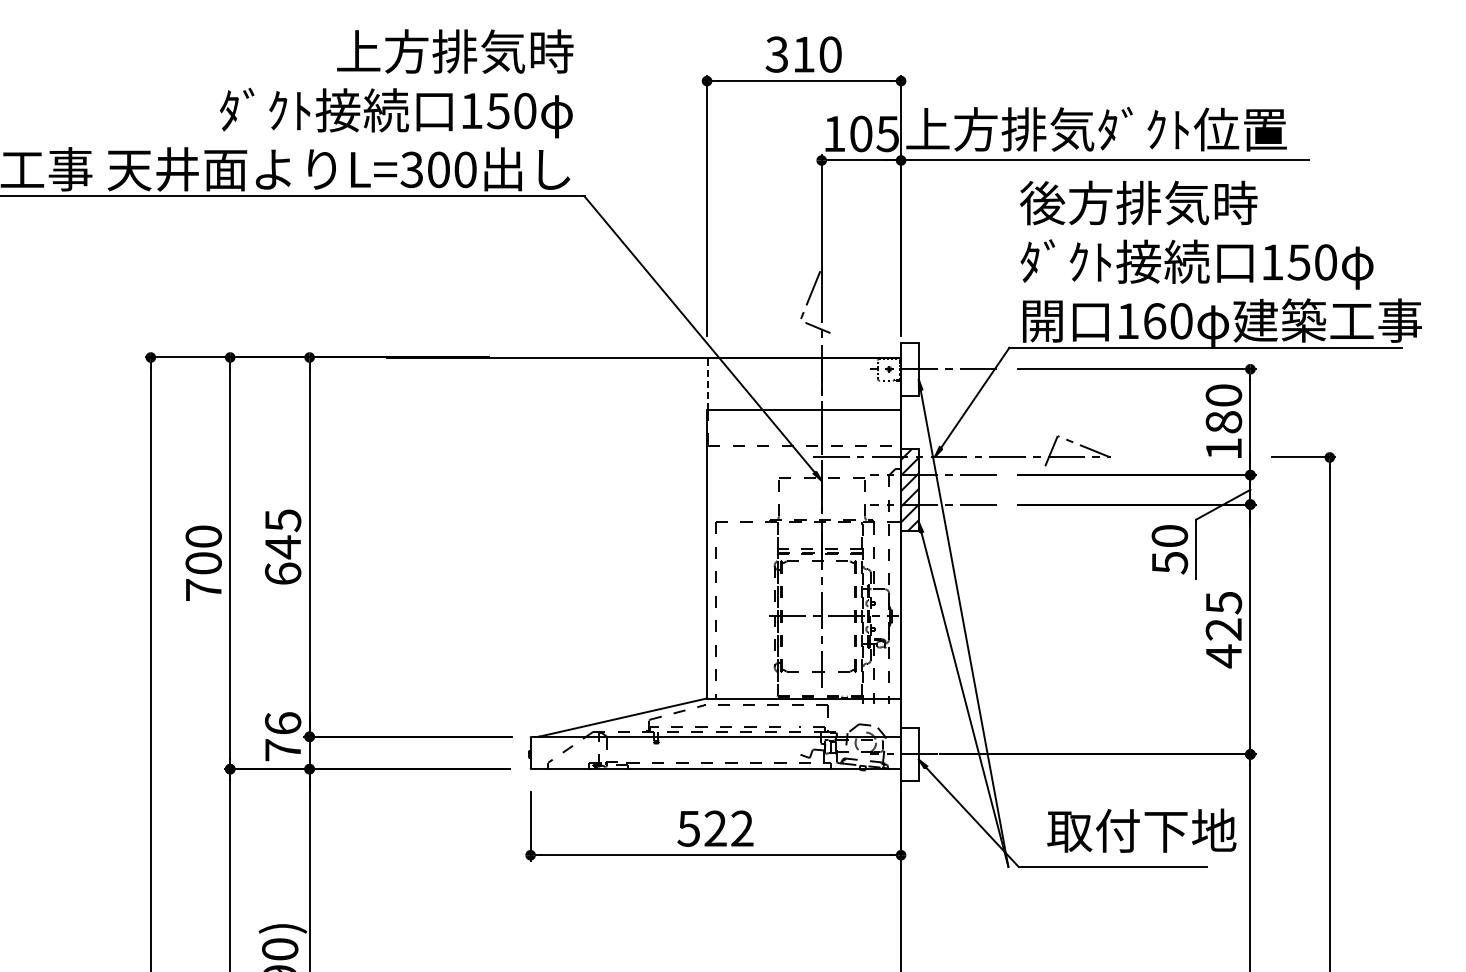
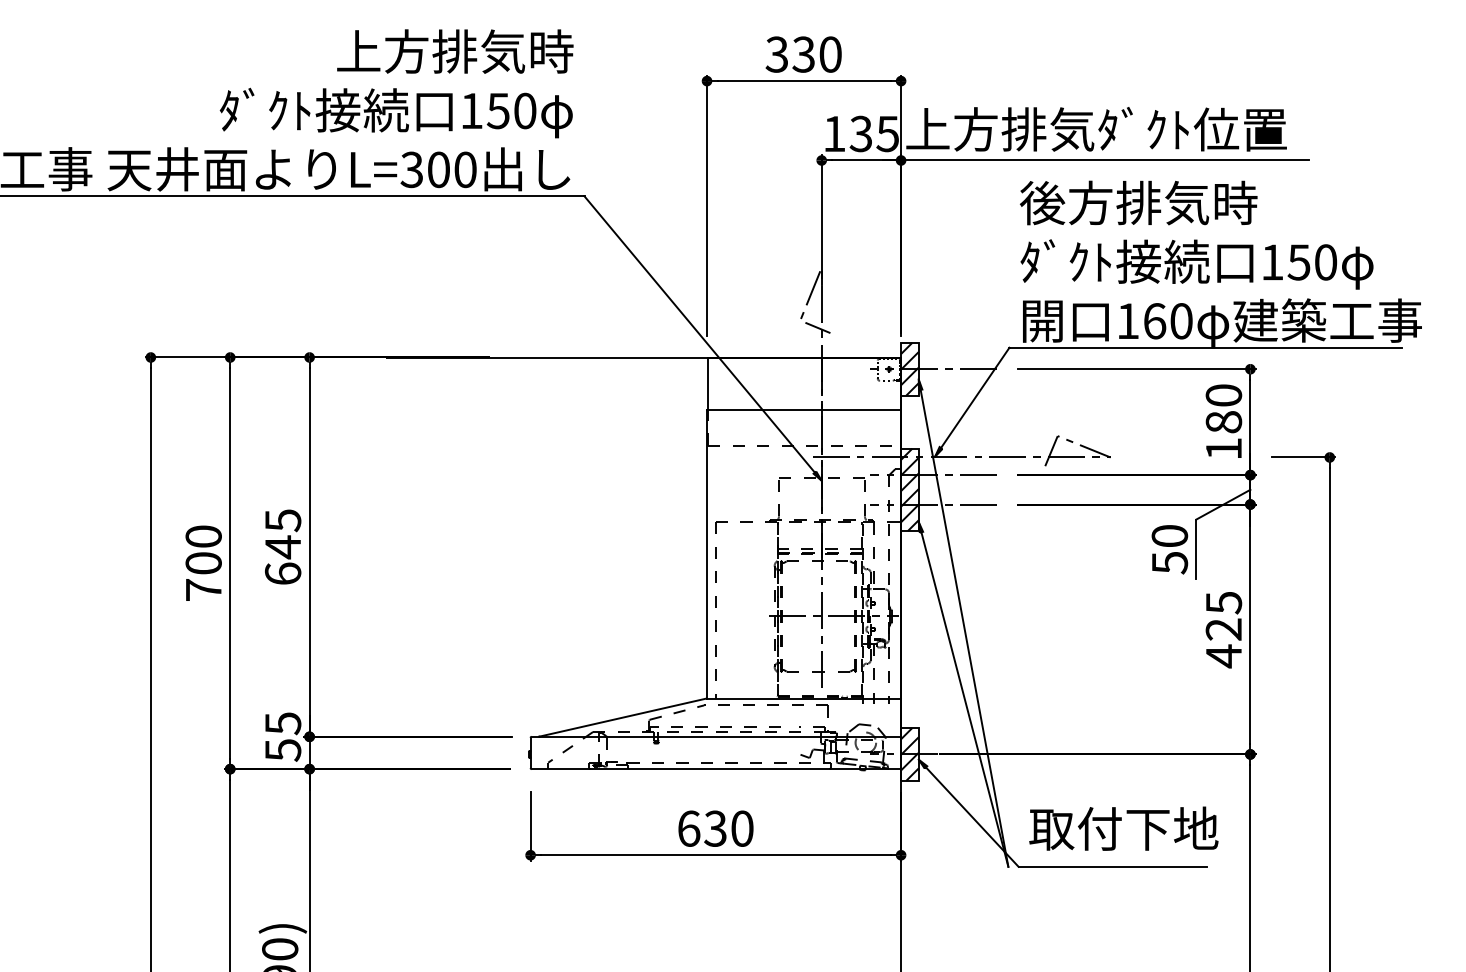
text at (803, 54): 310 -> 330
text at (860, 133): 105 -> 135
hatch at (909, 368): none -> present
line at (708, 383): dashed -> solid
text at (283, 736): 76 -> 55
hatch at (909, 753): none -> present
text at (715, 828): 522 -> 630
text at (1141, 830) position: (1141, 830) -> (1123, 828)
